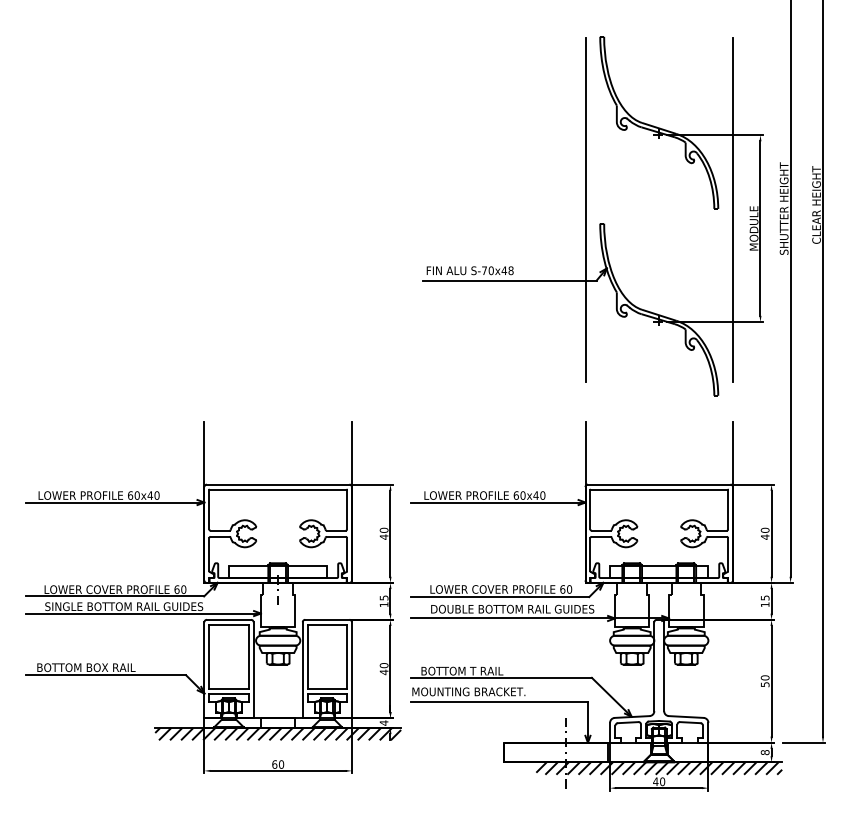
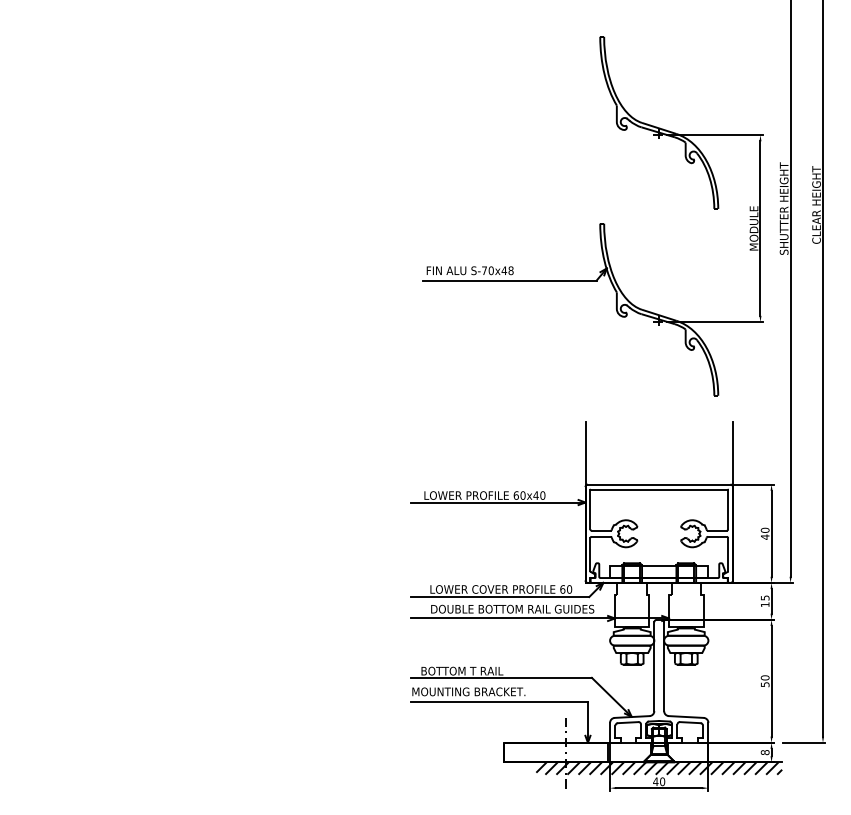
line at (585, 210): present -> none
line at (733, 210): present -> none
part at (209, 592): present -> none
